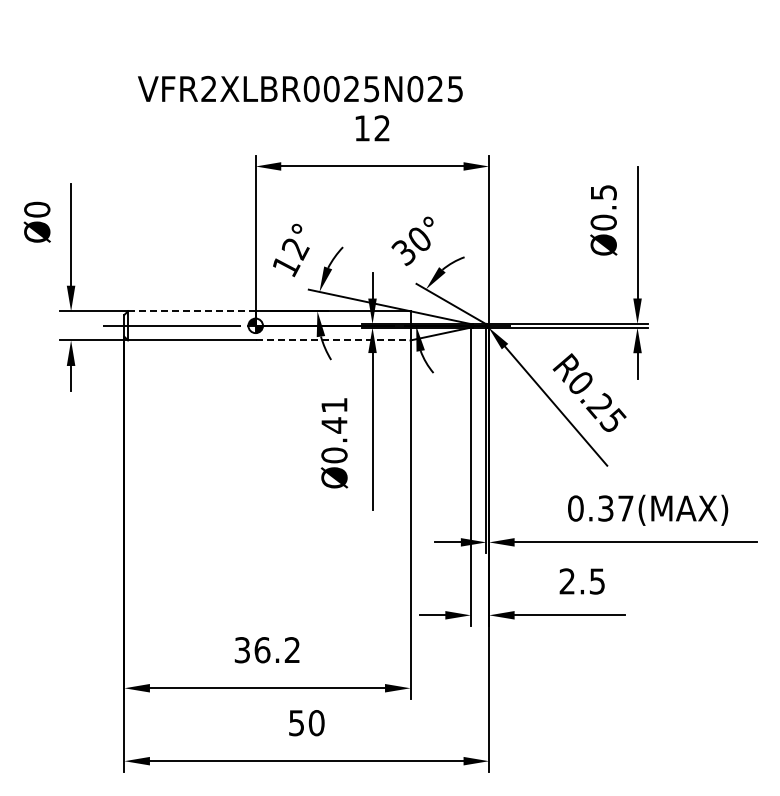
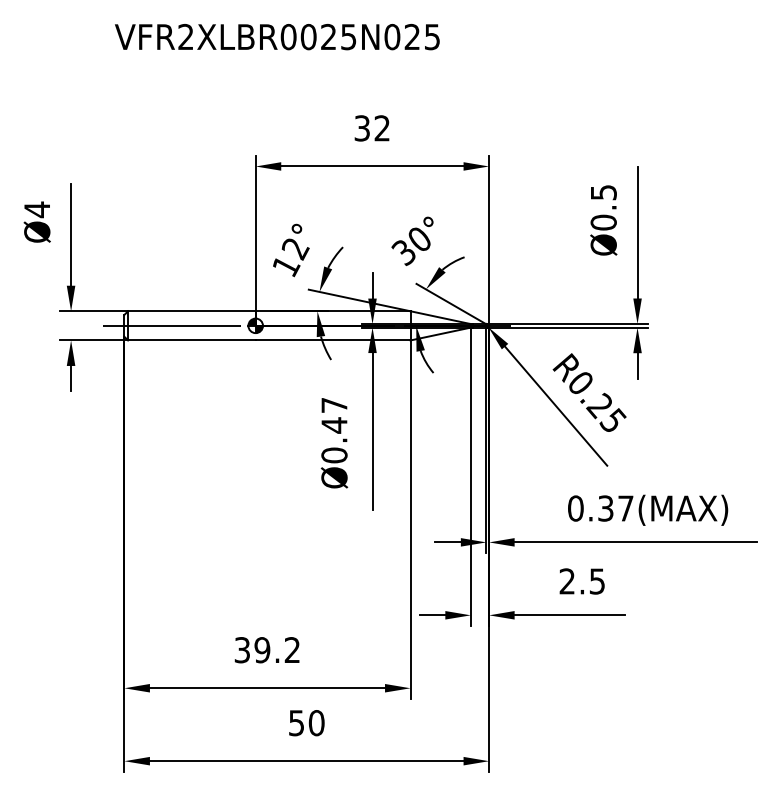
text at (300, 89) position: (300, 89) -> (277, 37)
text at (361, 128): 12 -> 32
text at (37, 209): Ø0 -> Ø4
line at (191, 311): dashed -> solid
line at (333, 340): dashed -> solid
text at (334, 405): Ø0.41 -> Ø0.47
text at (262, 650): 36.2 -> 39.2
